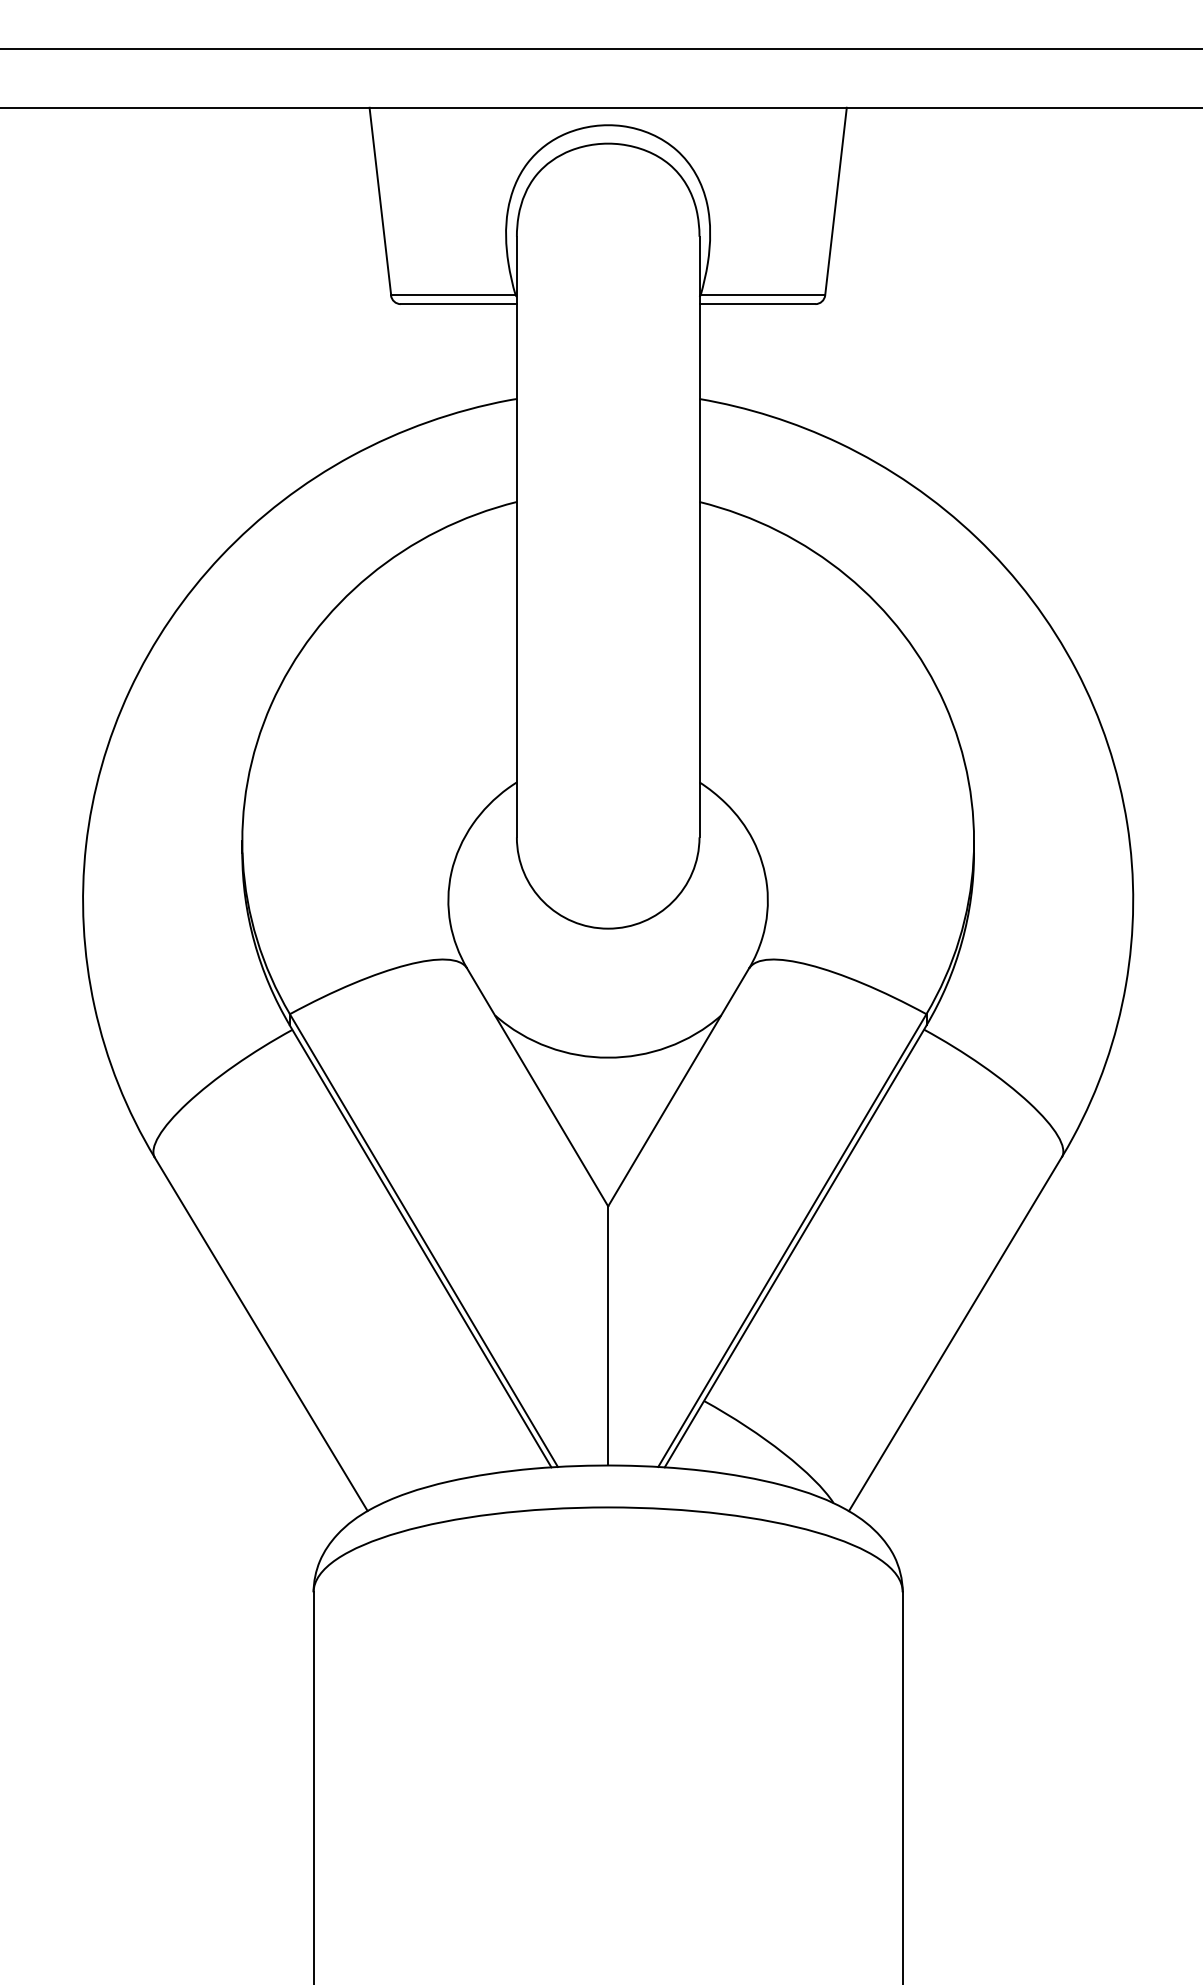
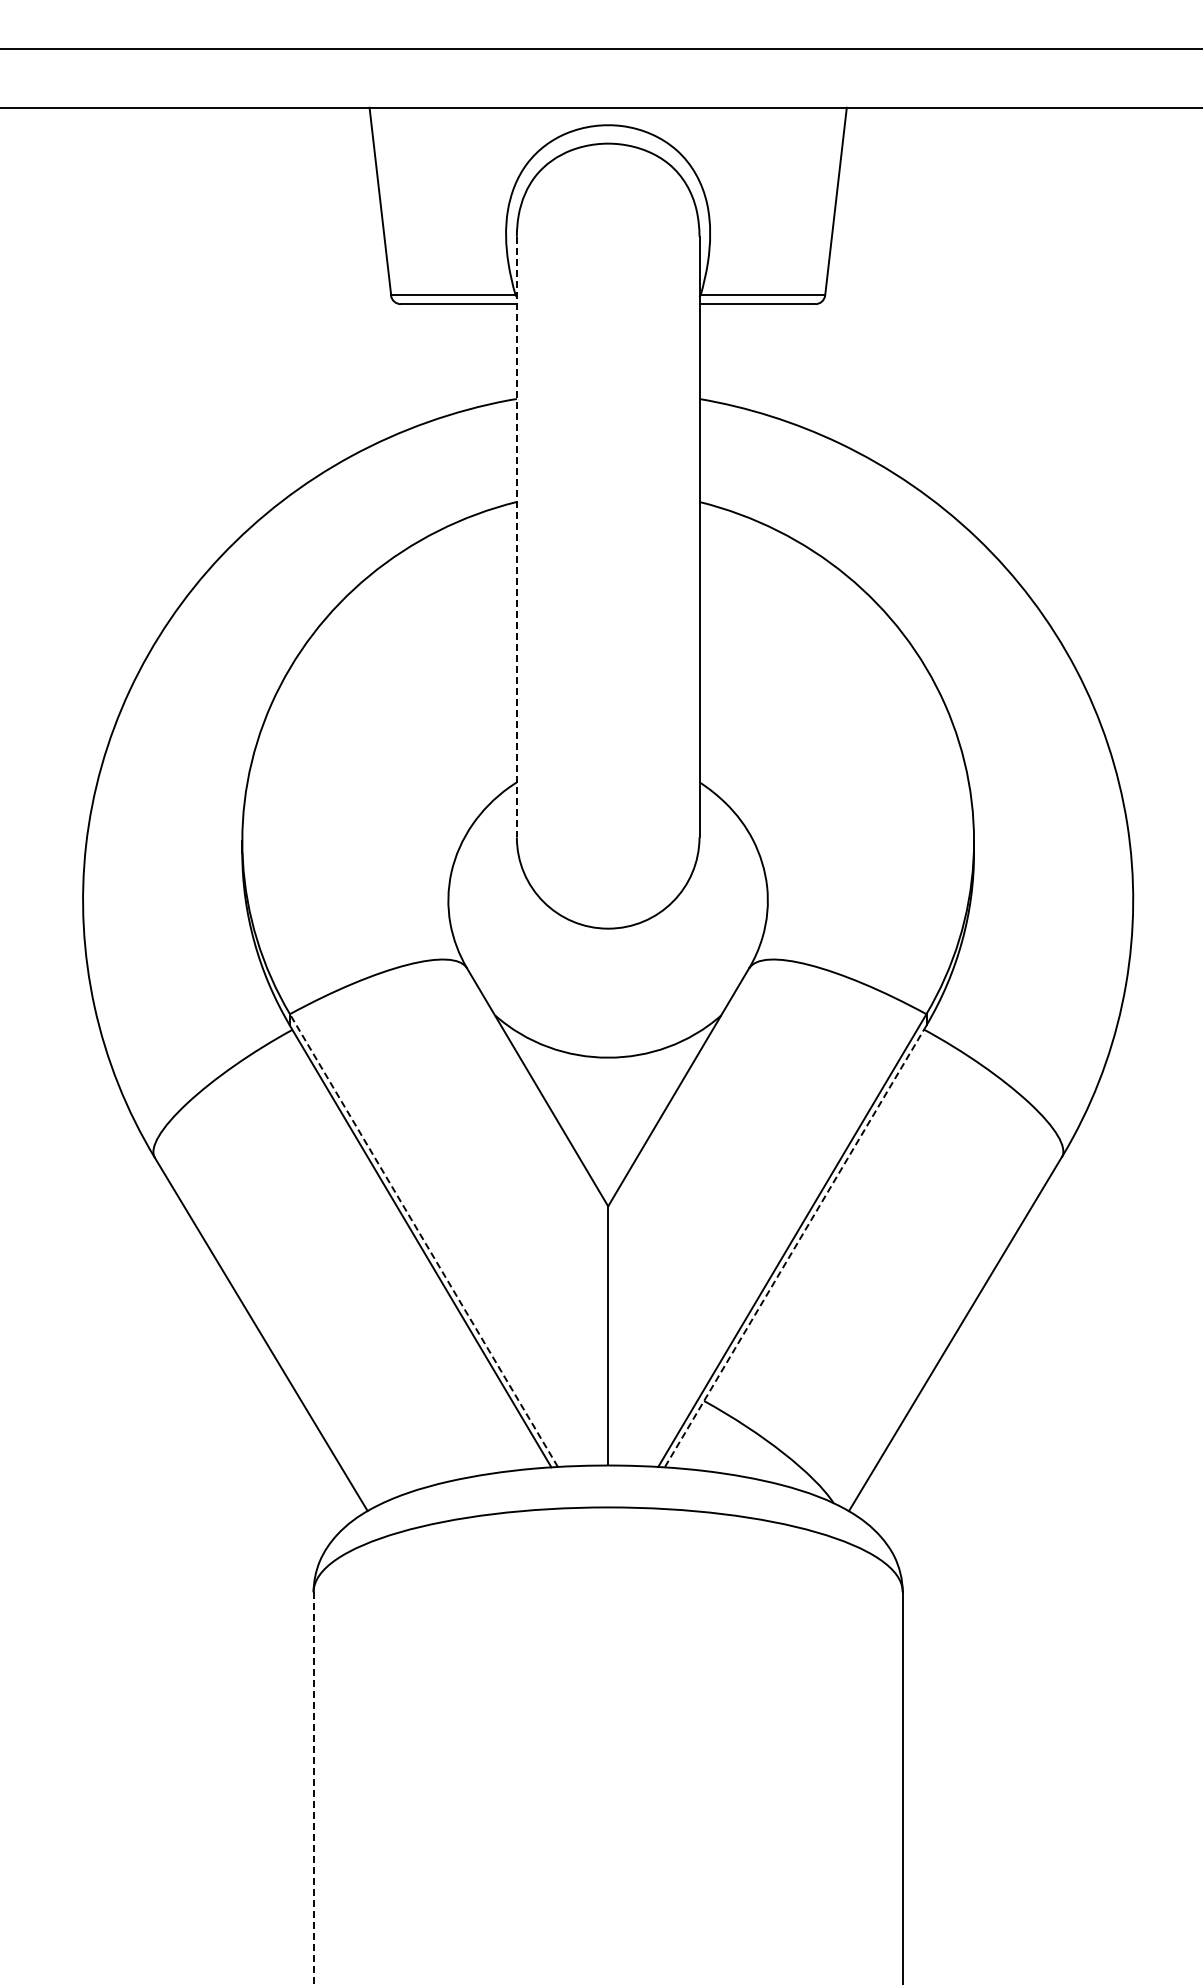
line at (516, 537): solid -> dashed
line at (423, 1240): solid -> dashed
line at (795, 1246): solid -> dashed
line at (313, 1788): solid -> dashed
